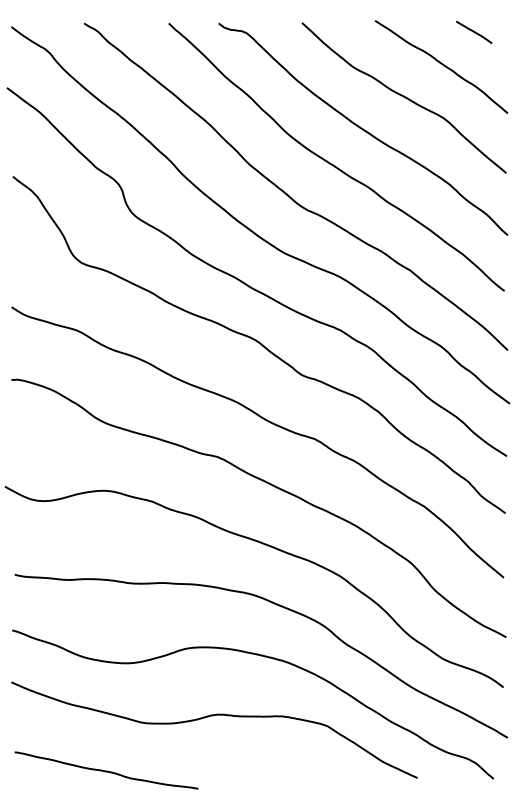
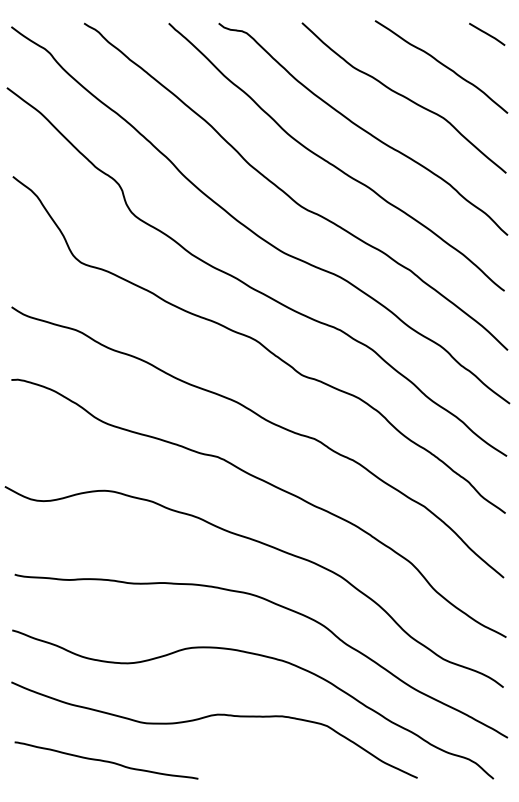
line at (474, 31) position: (474, 31) -> (487, 33)
curve at (106, 770) position: (106, 770) -> (106, 760)
